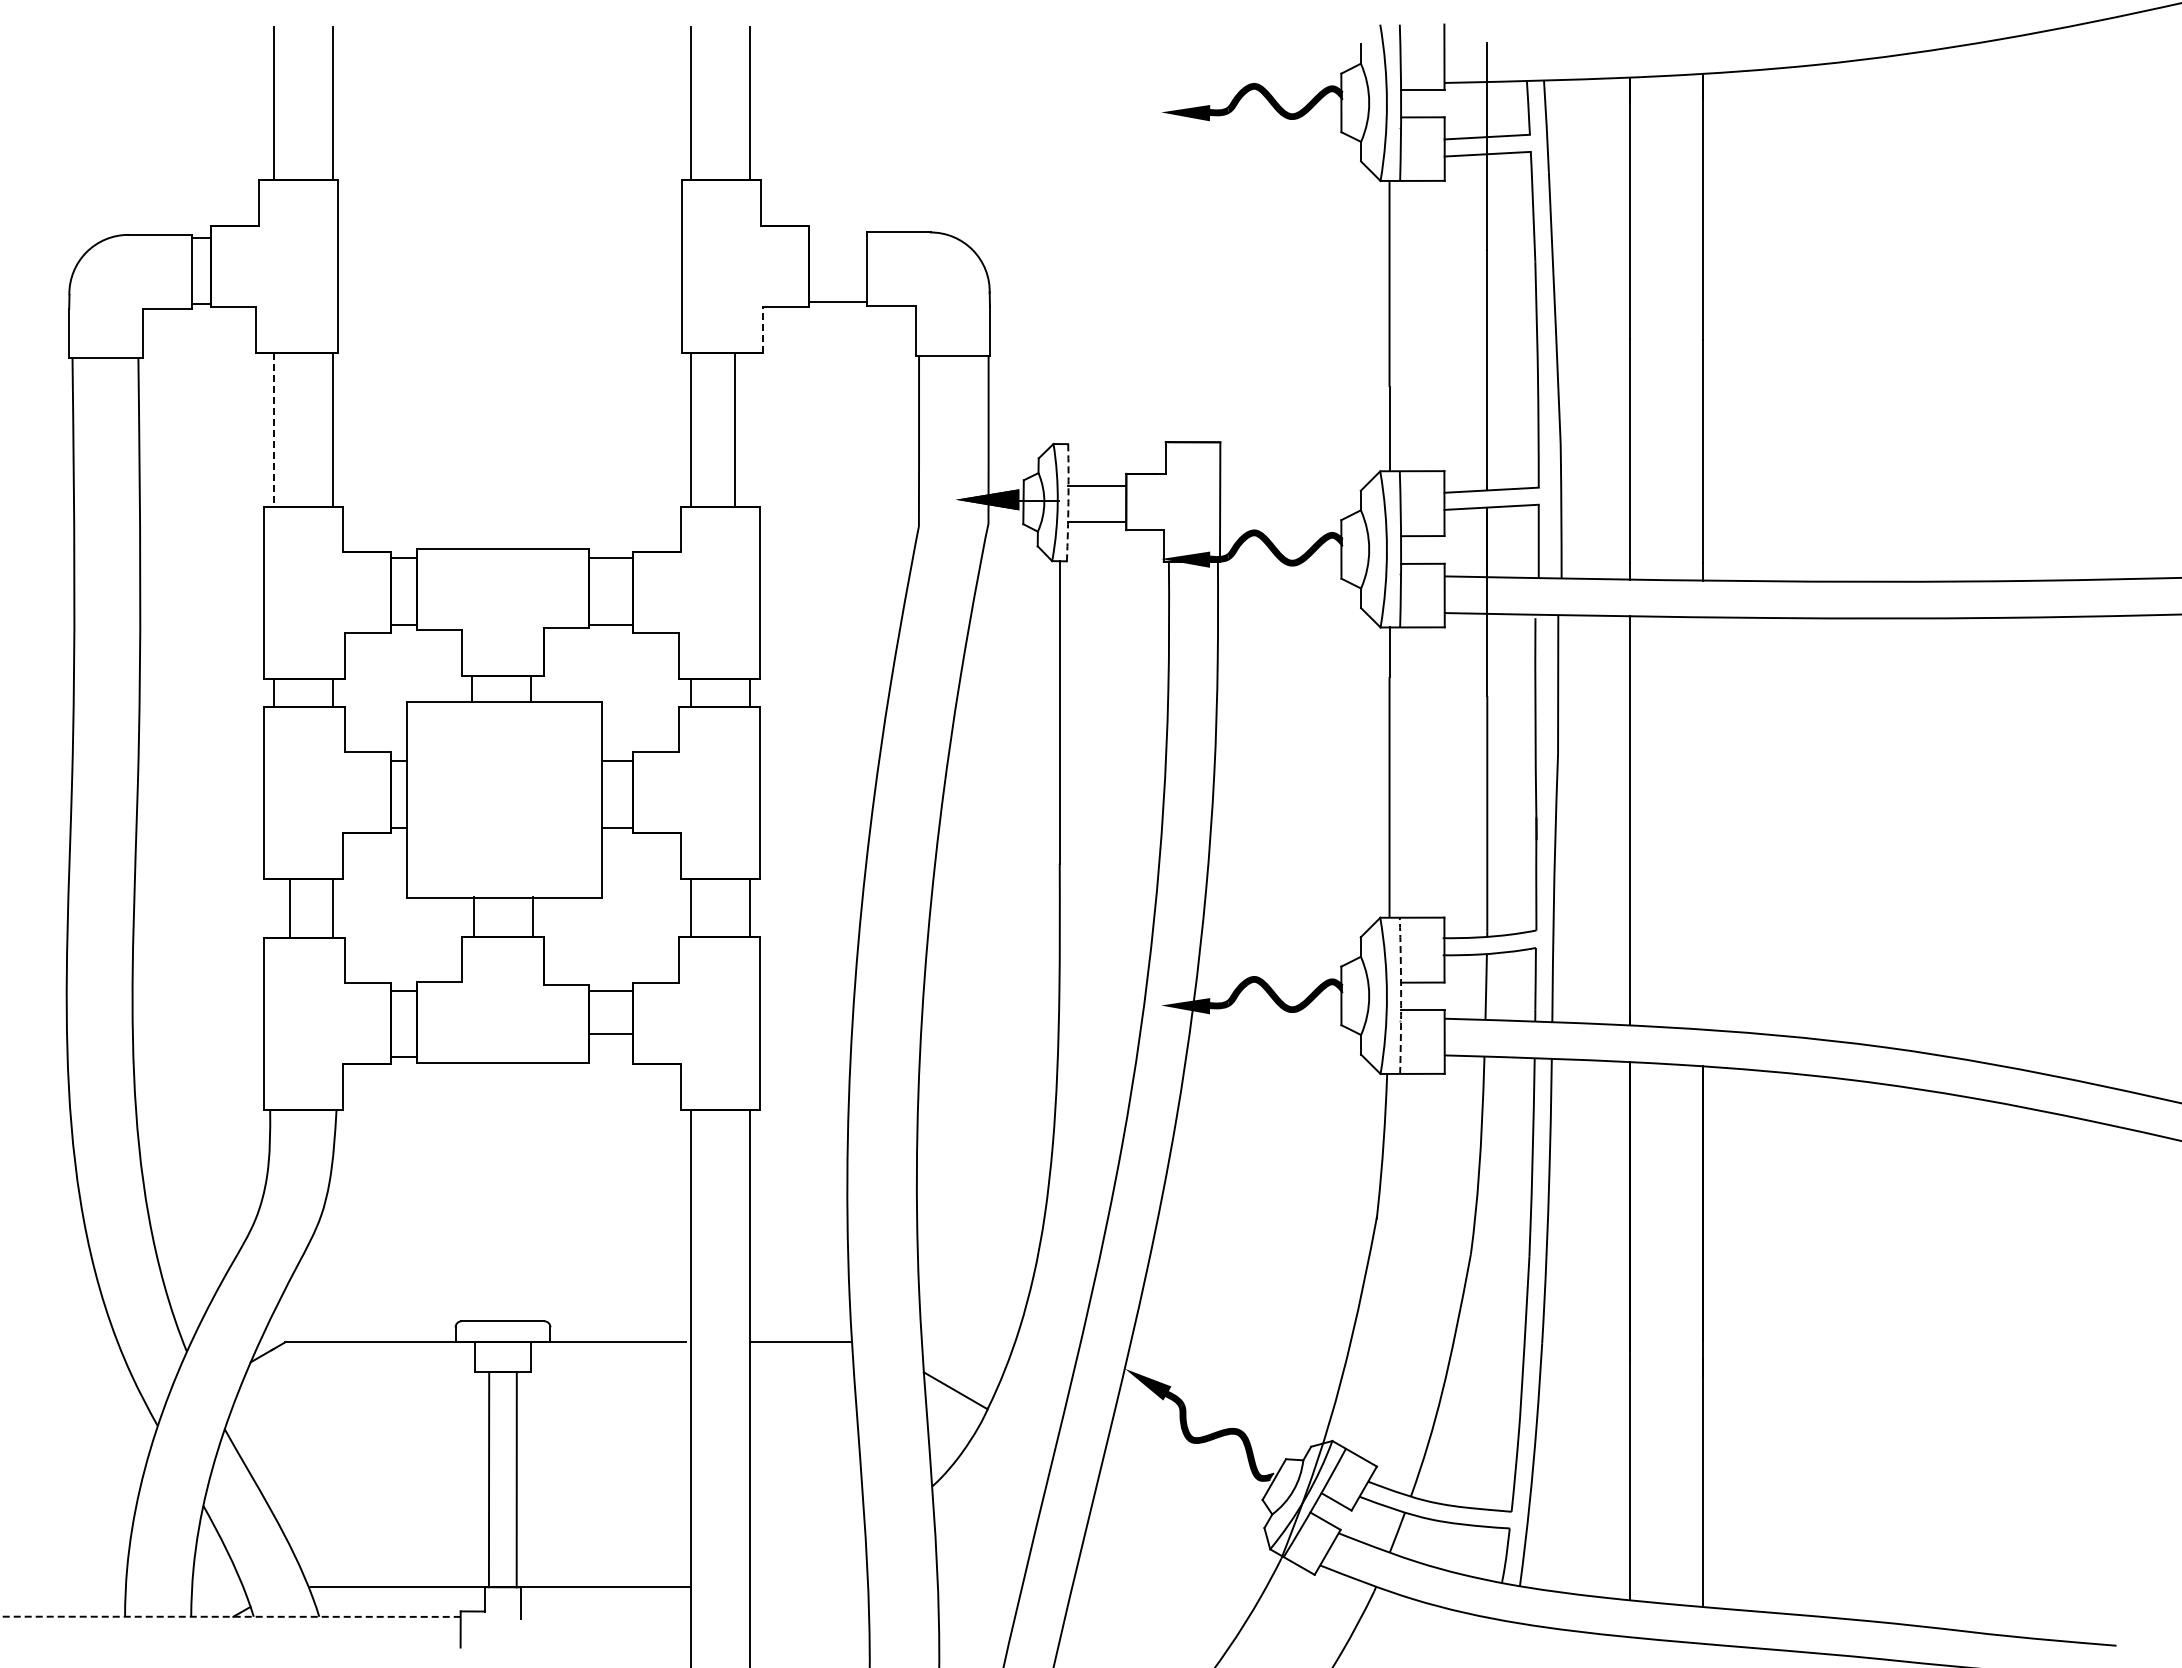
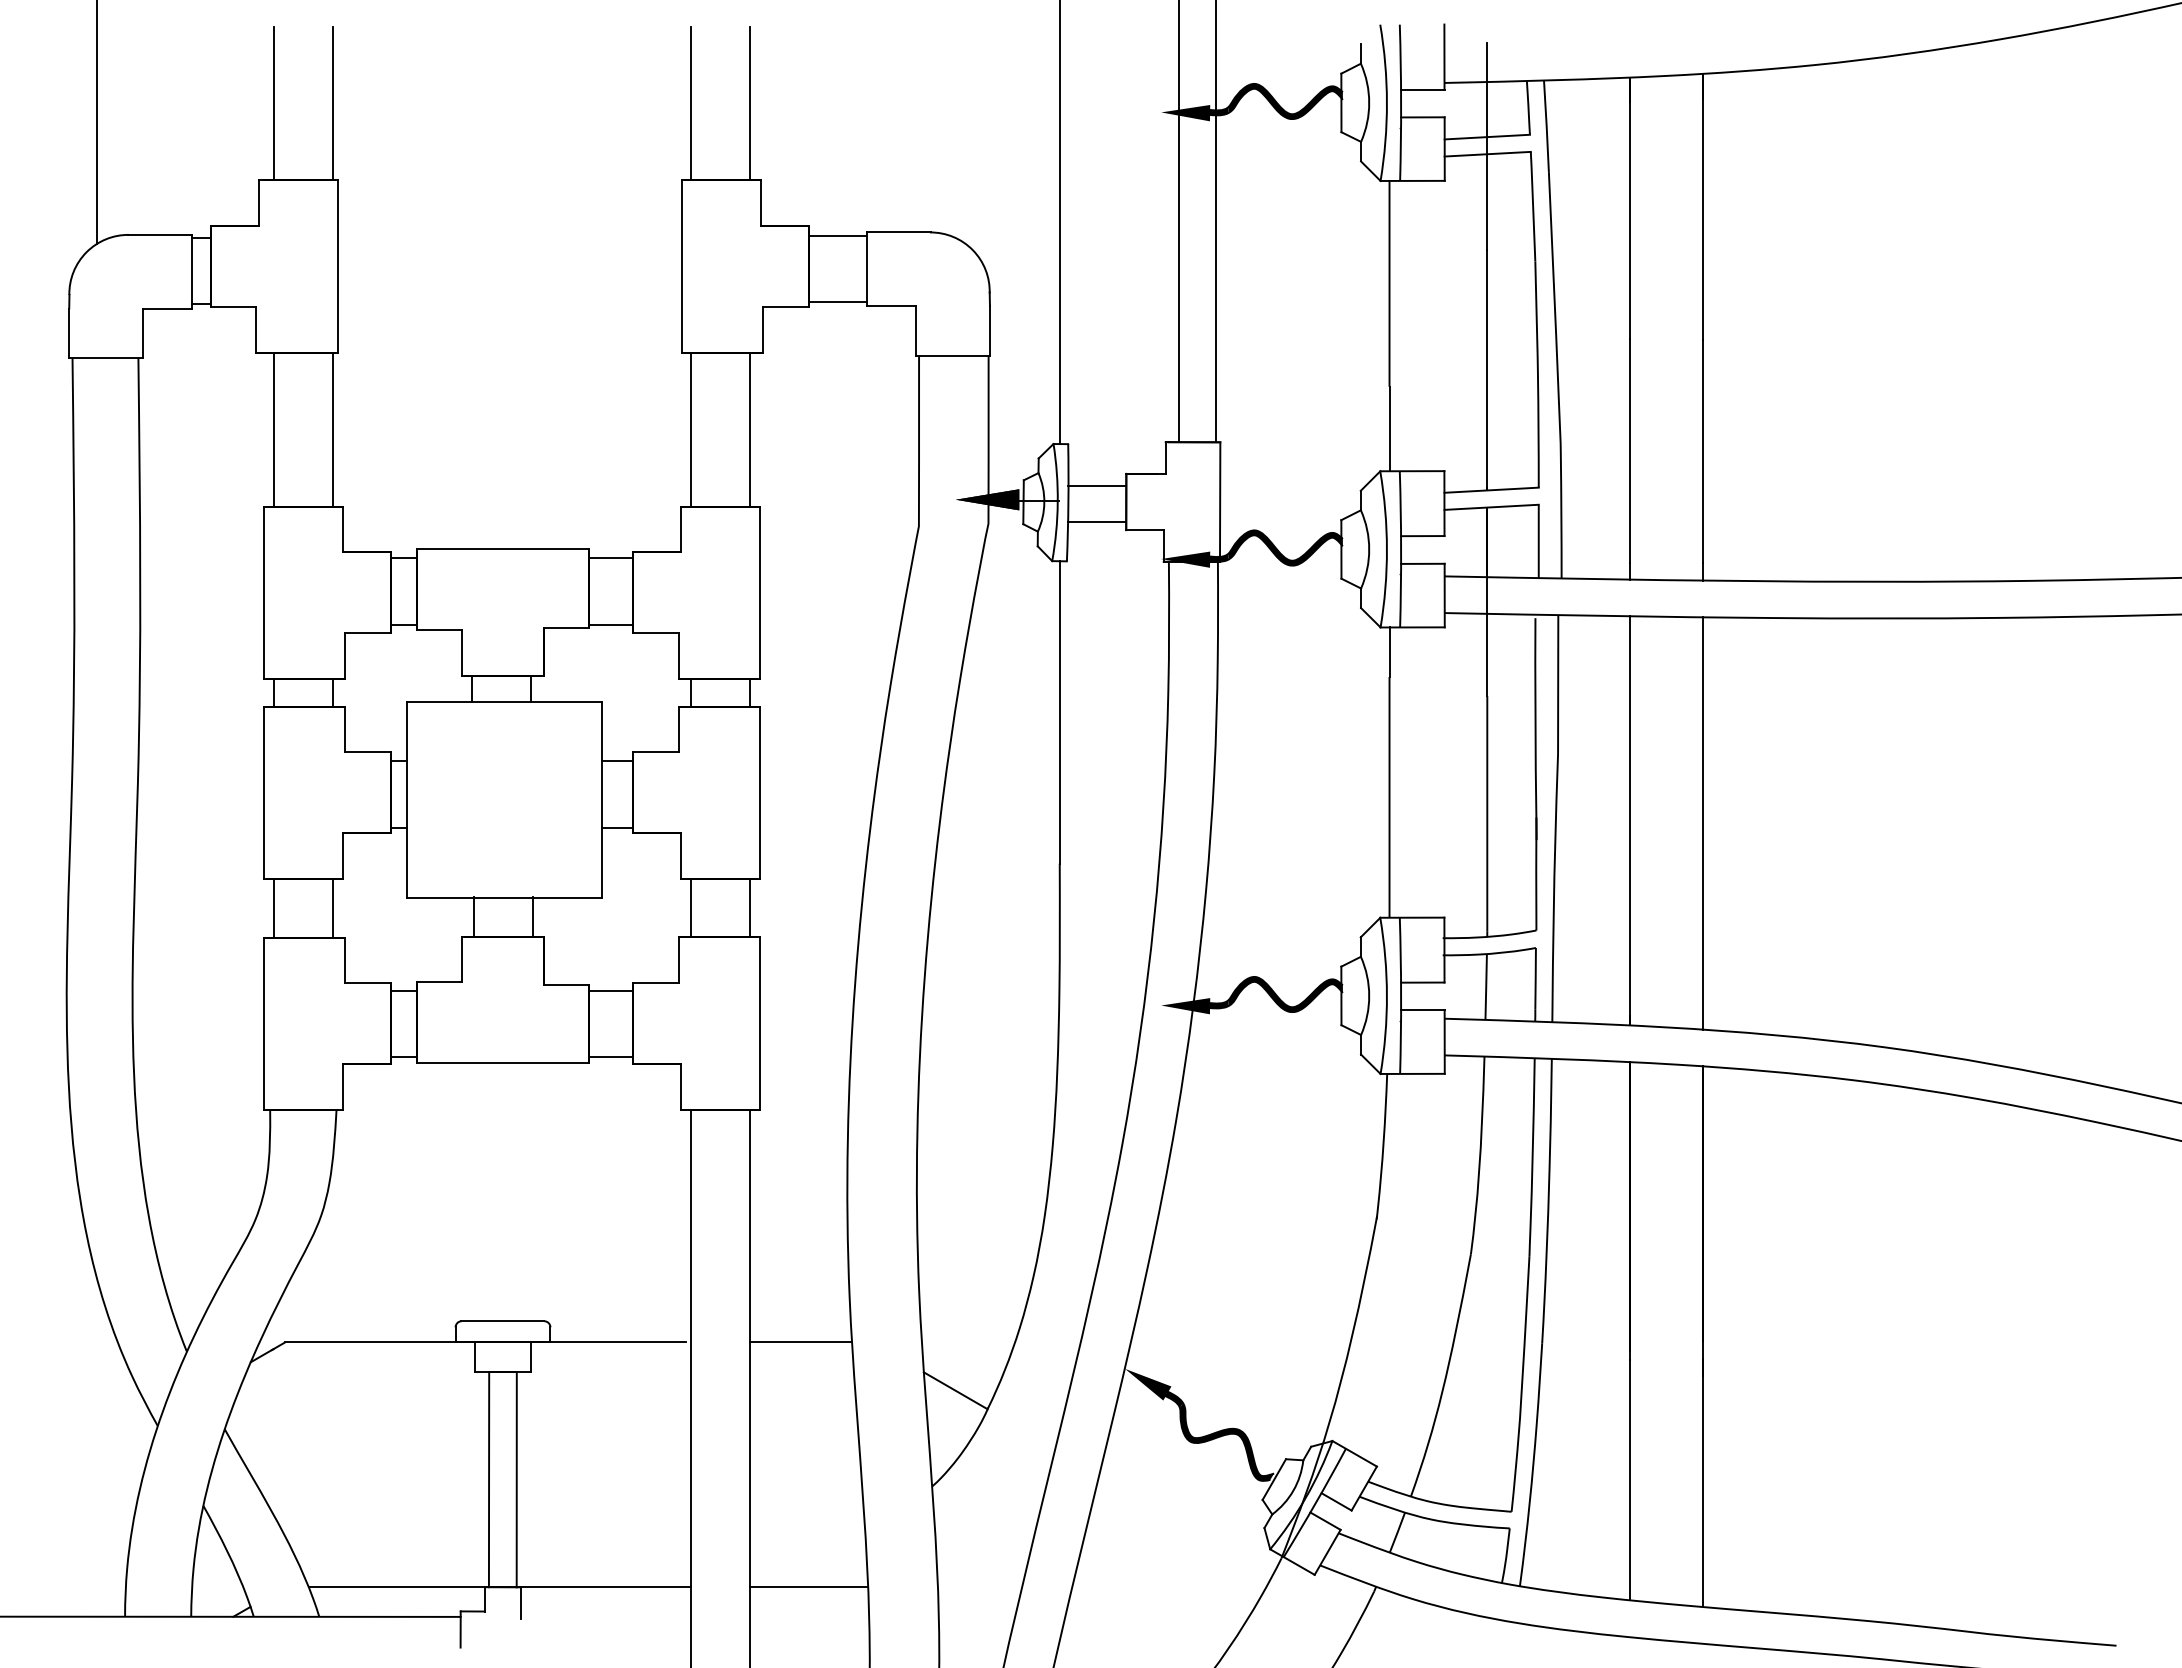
line at (97, 122): none -> present
line at (1178, 222): none -> present
line at (1215, 222): none -> present
line at (1059, 223): none -> present
line at (837, 235): none -> present
line at (763, 329): dashed -> solid
line at (274, 429): dashed -> solid
line at (734, 429) position: (734, 429) -> (749, 429)
arc at (1068, 502): dashed -> solid
line at (1703, 823): none -> present
line at (290, 908) position: (290, 908) -> (274, 908)
arc at (1401, 995): dashed -> solid
line at (611, 1034) position: (611, 1034) -> (611, 1057)
line at (808, 1586): none -> present
line at (230, 1616): dashed -> solid
